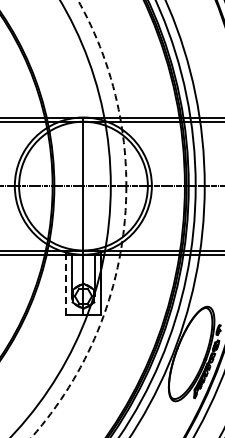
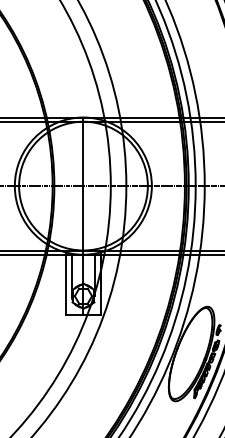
circle at (78, 218): dashed -> solid
line at (66, 284): dashed -> solid
